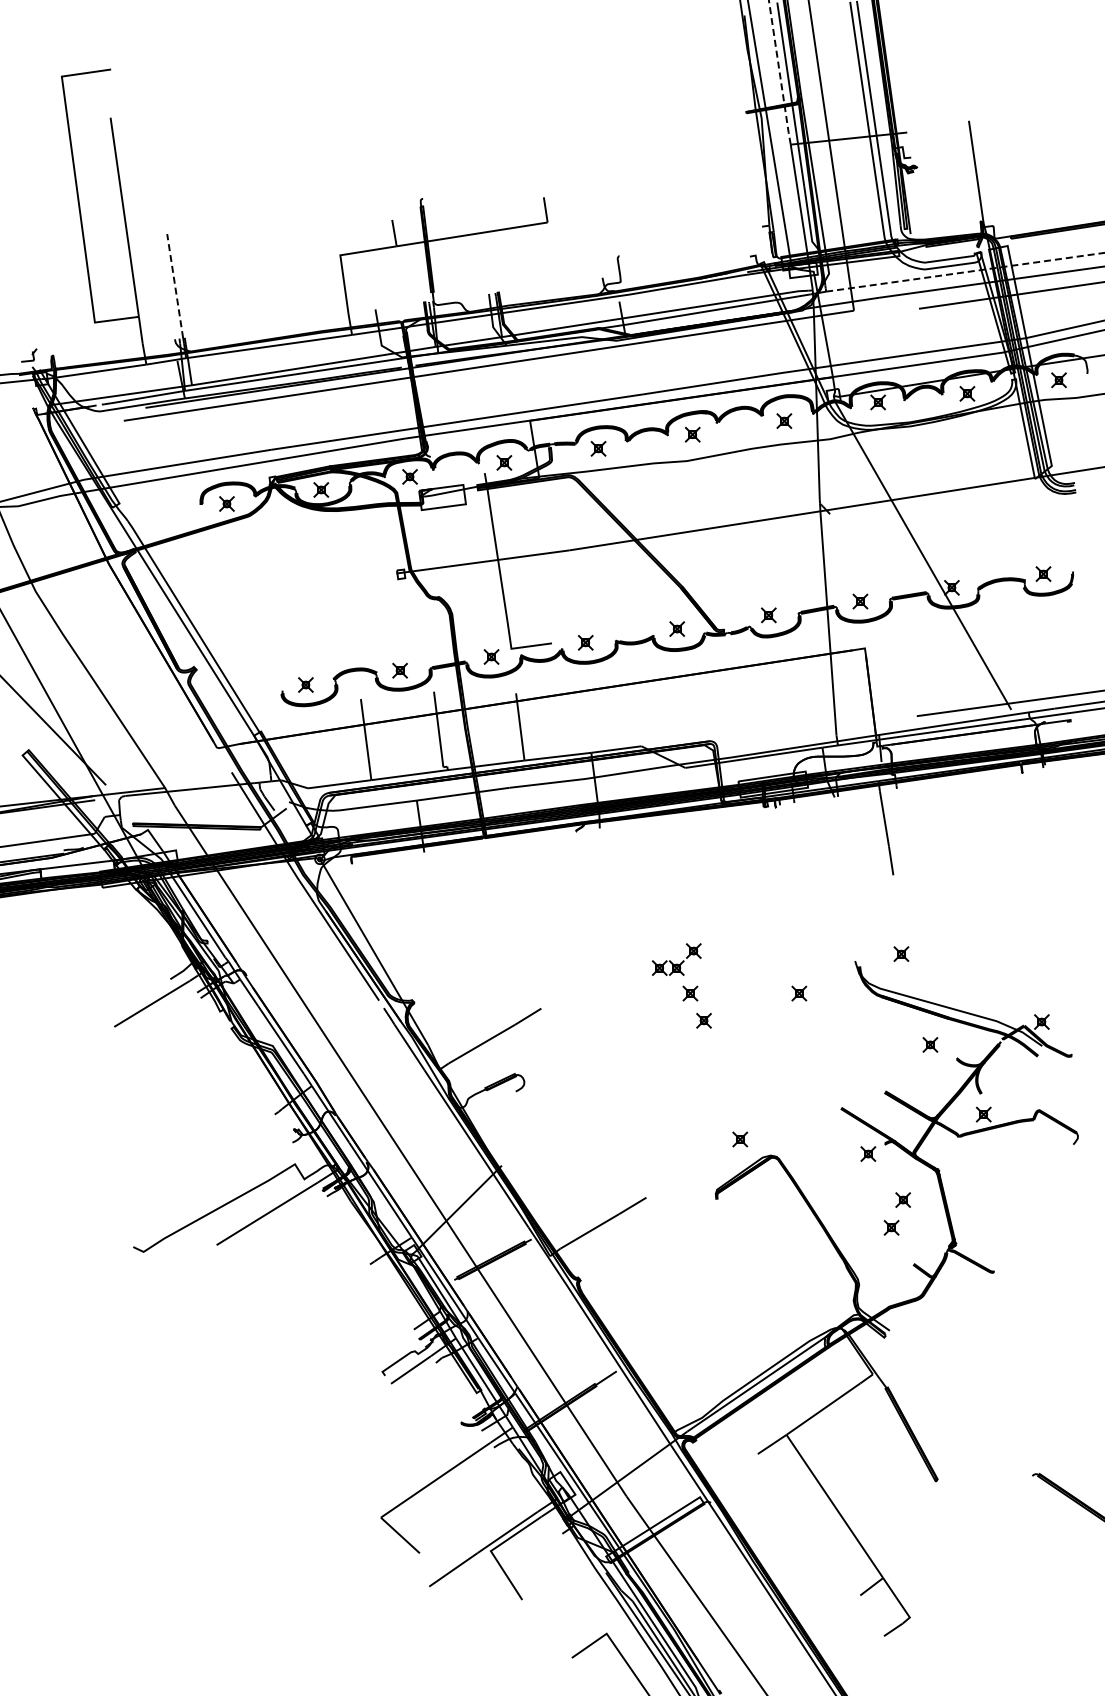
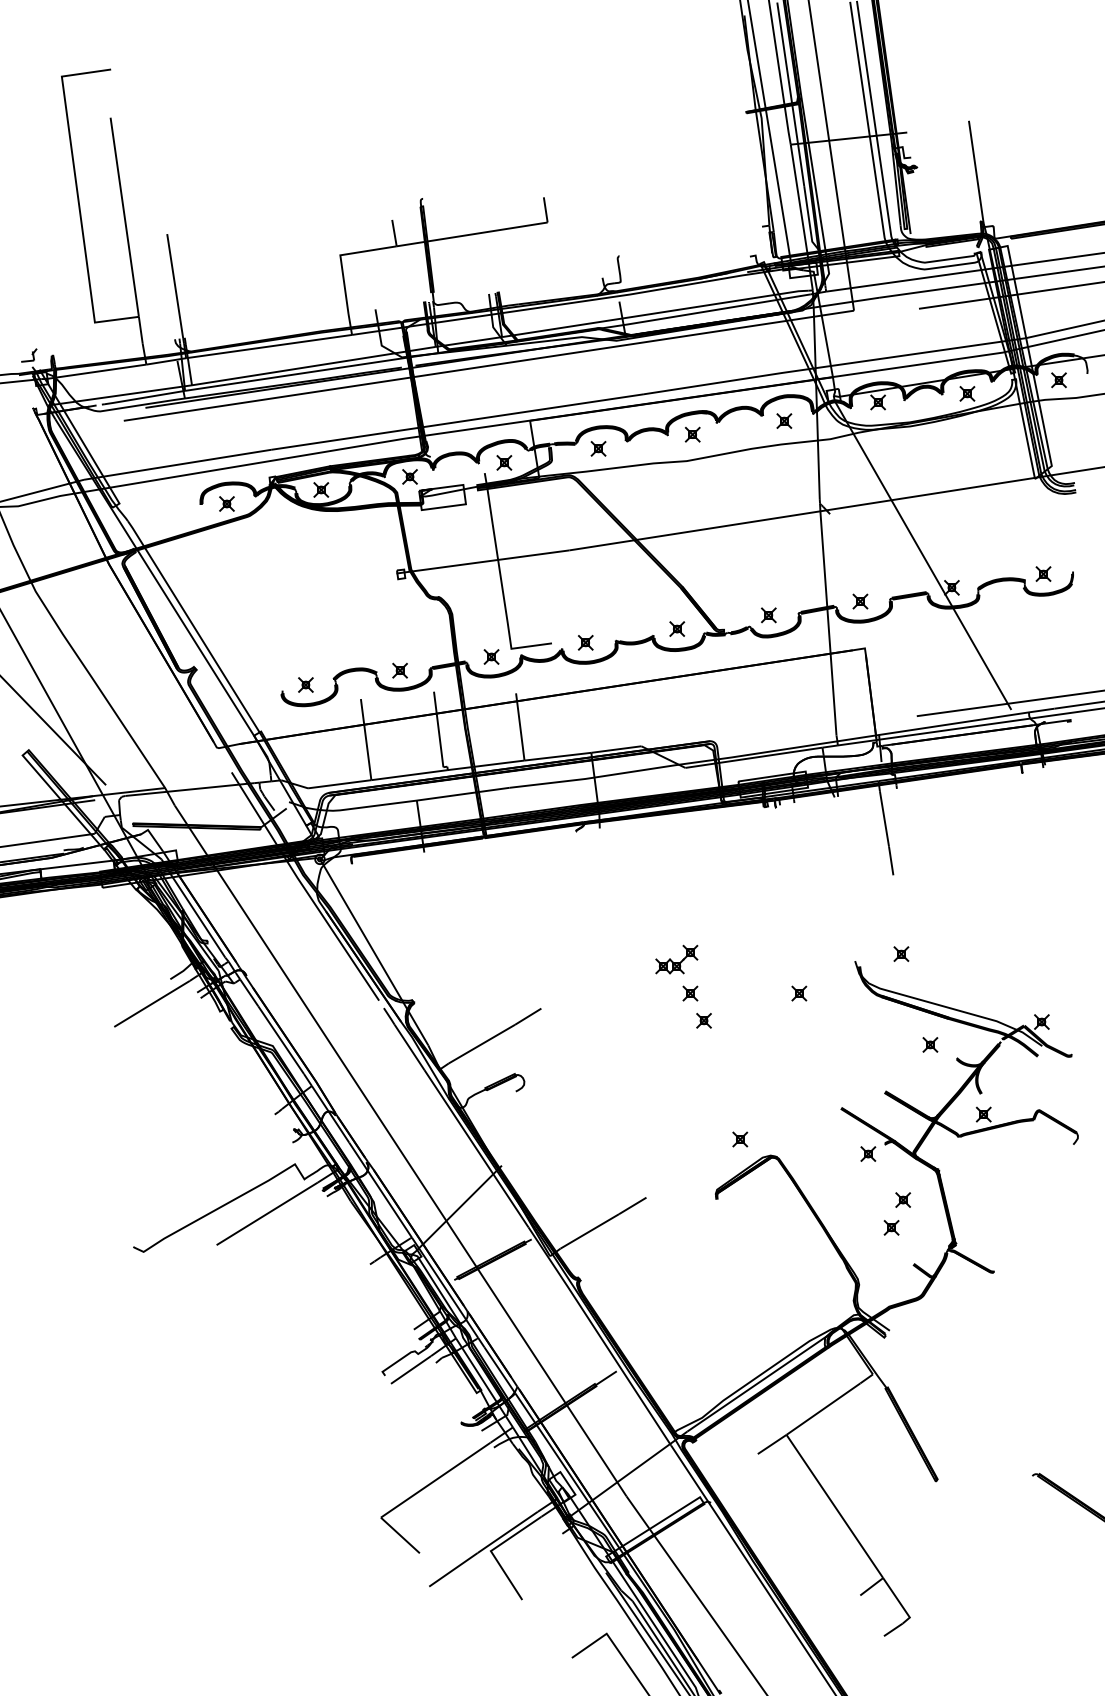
line at (779, 73): dashed -> solid
line at (965, 272): dashed -> solid
line at (175, 286): dashed -> solid
part at (676, 959) size: 51x33 px -> 44x31 px
